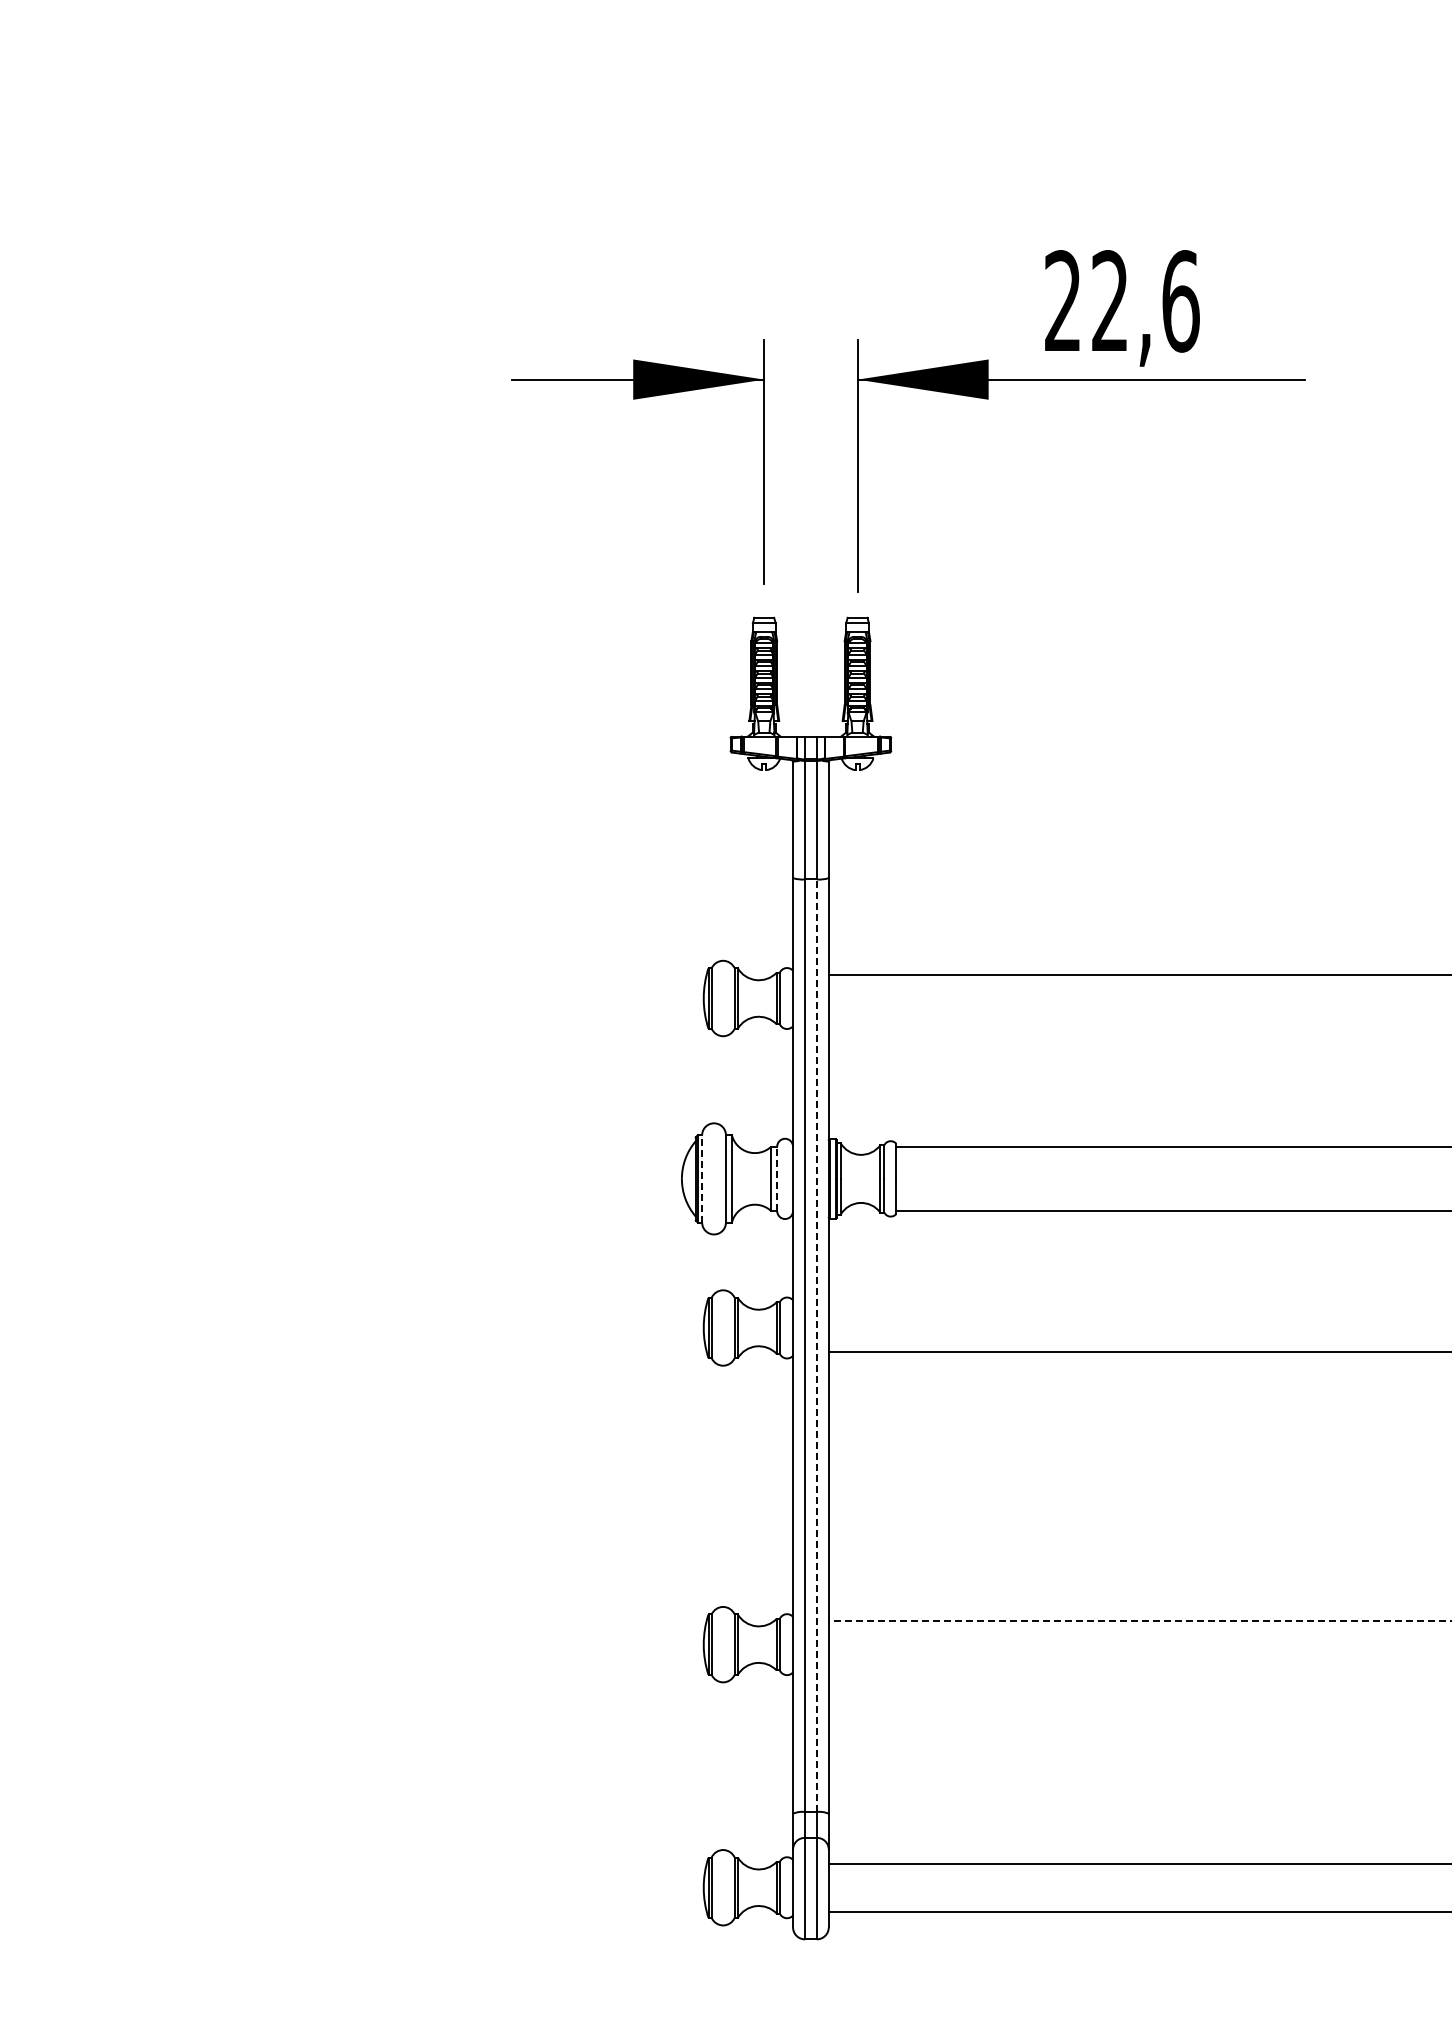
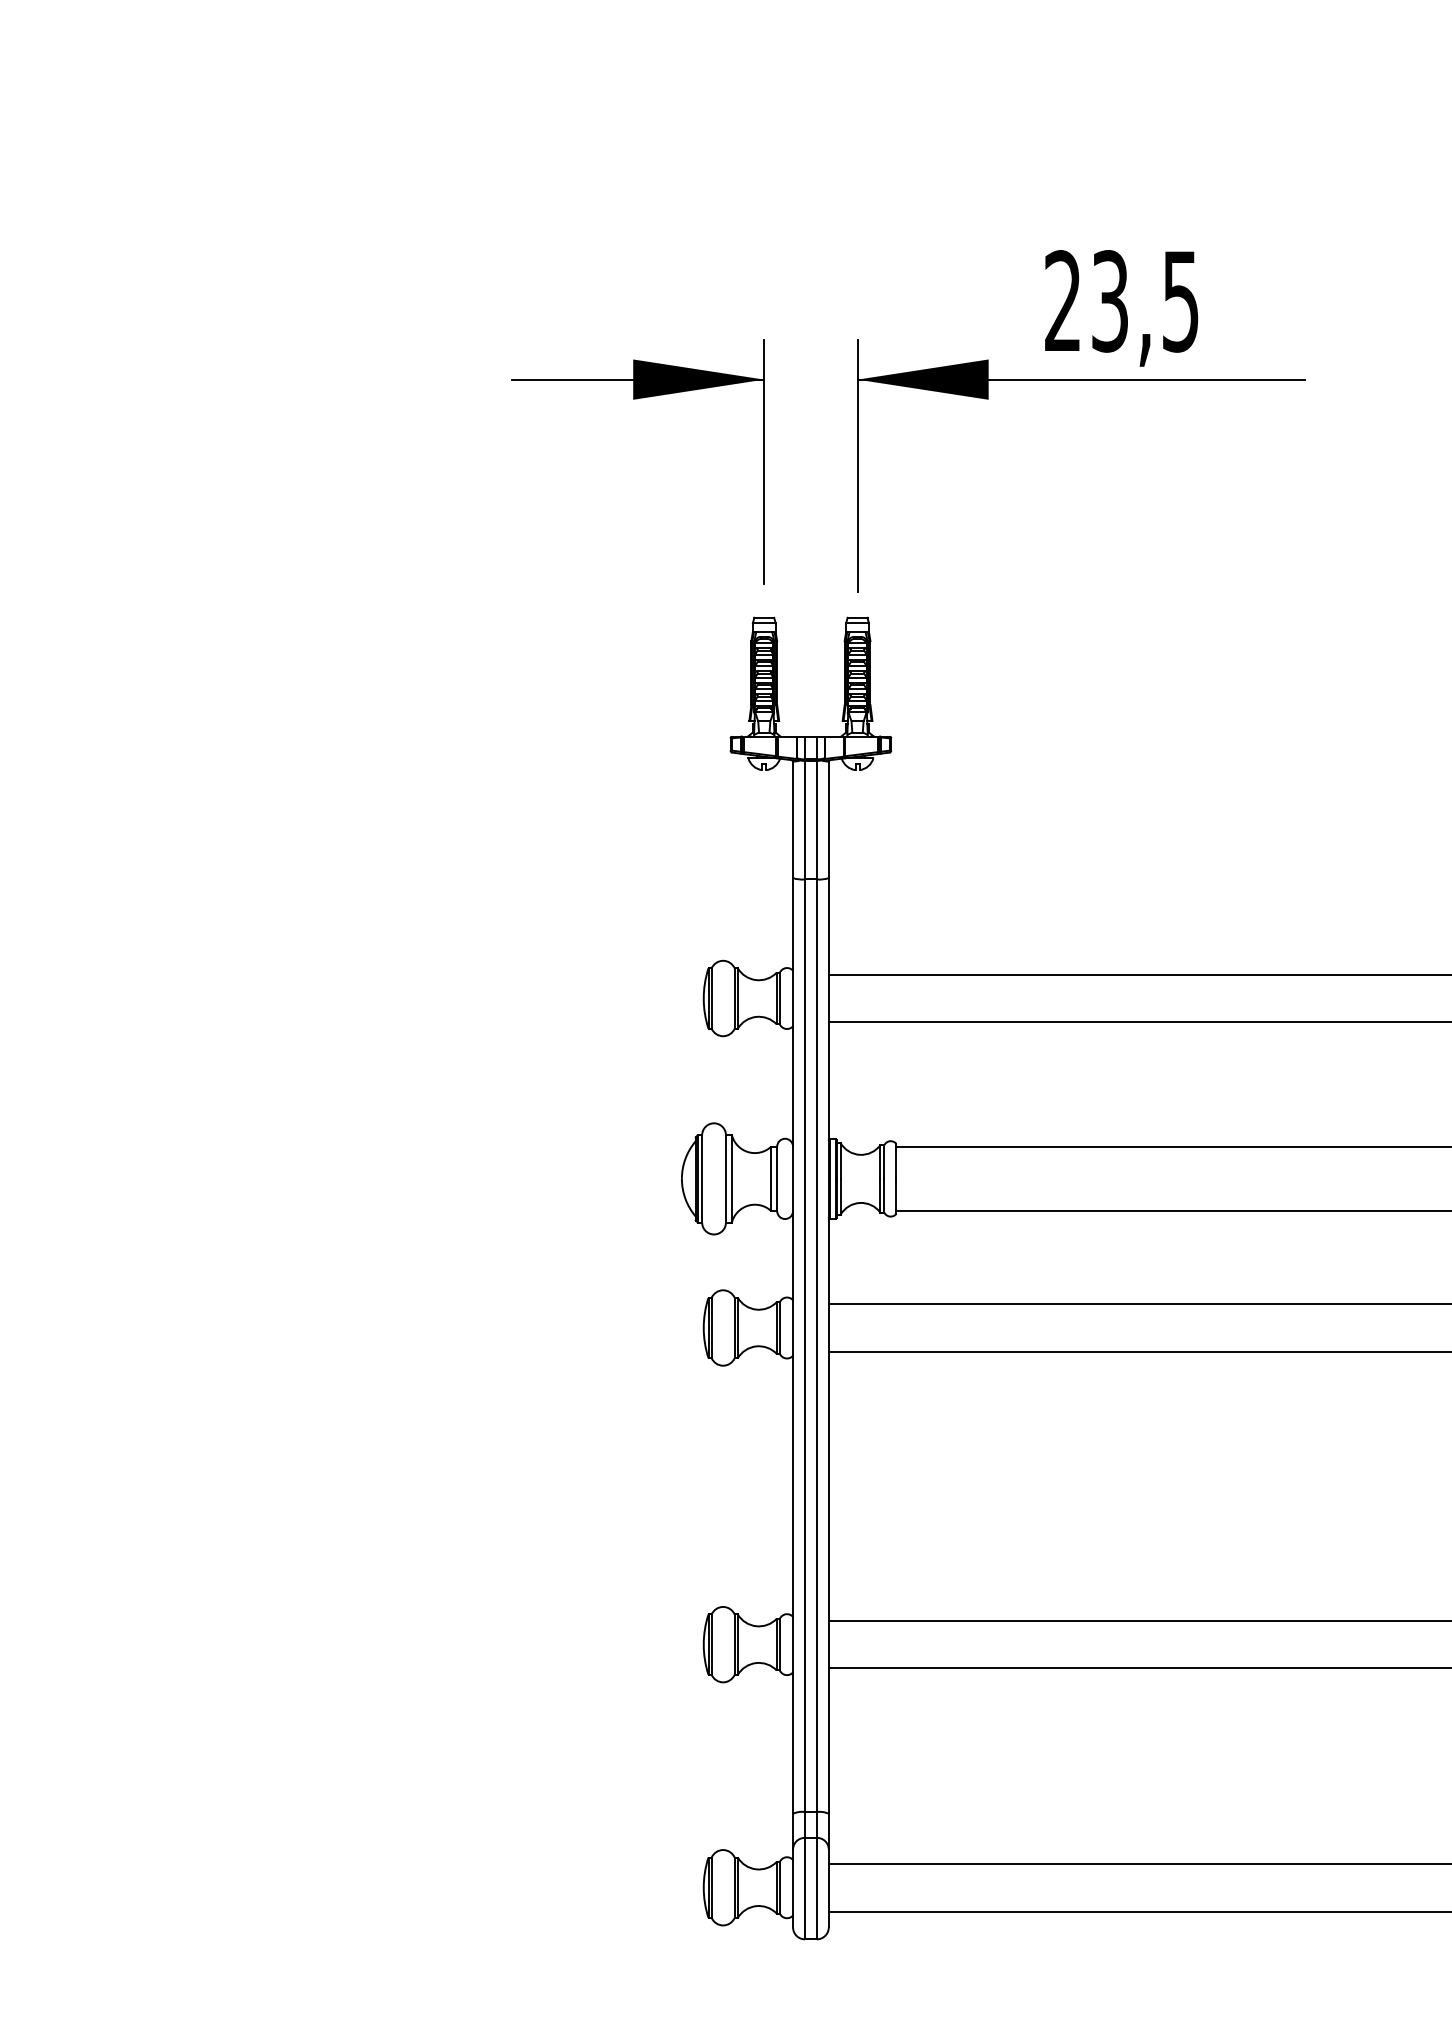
text at (1145, 301): 22,6 -> 23,5
line at (1138, 1022): none -> present
line at (702, 1178): dashed -> solid
line at (777, 1178): dashed -> solid
line at (1138, 1304): none -> present
line at (816, 1345): dashed -> solid
line at (1139, 1620): dashed -> solid
line at (1138, 1668): none -> present
